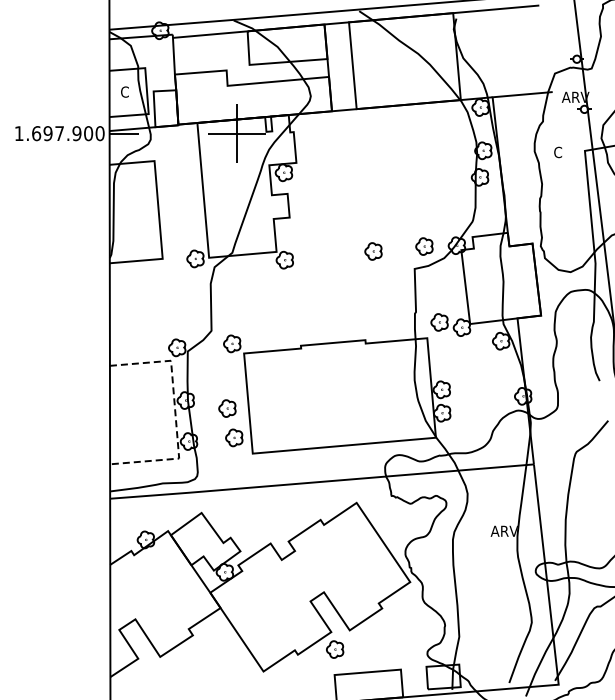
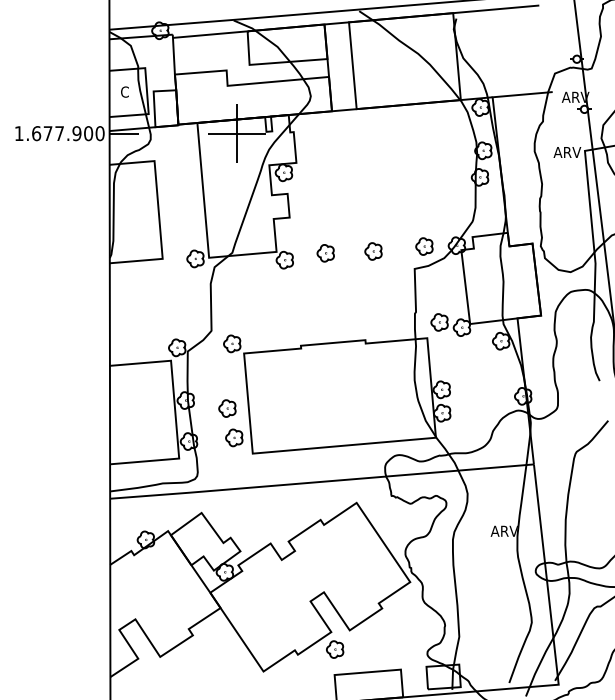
text at (47, 133): 1.697.900 -> 1.677.900
text at (567, 152): C -> ARV
part at (325, 253): none -> present
line at (175, 414): dashed -> solid
